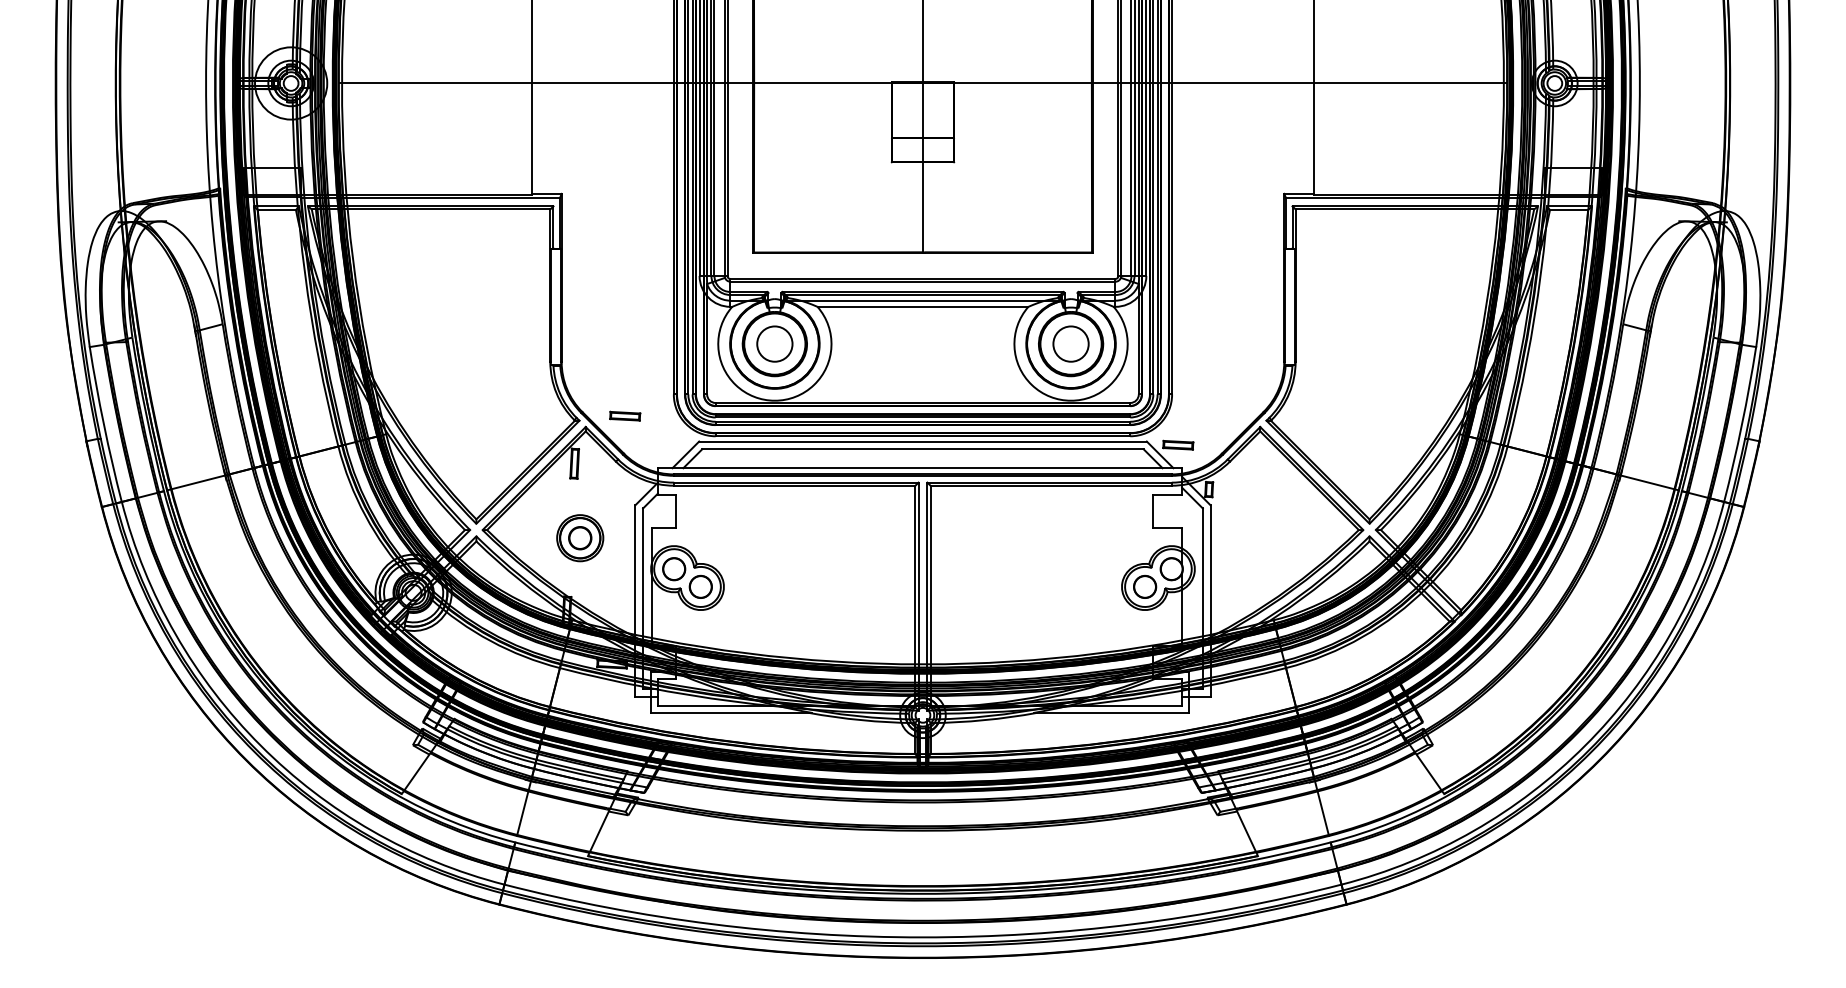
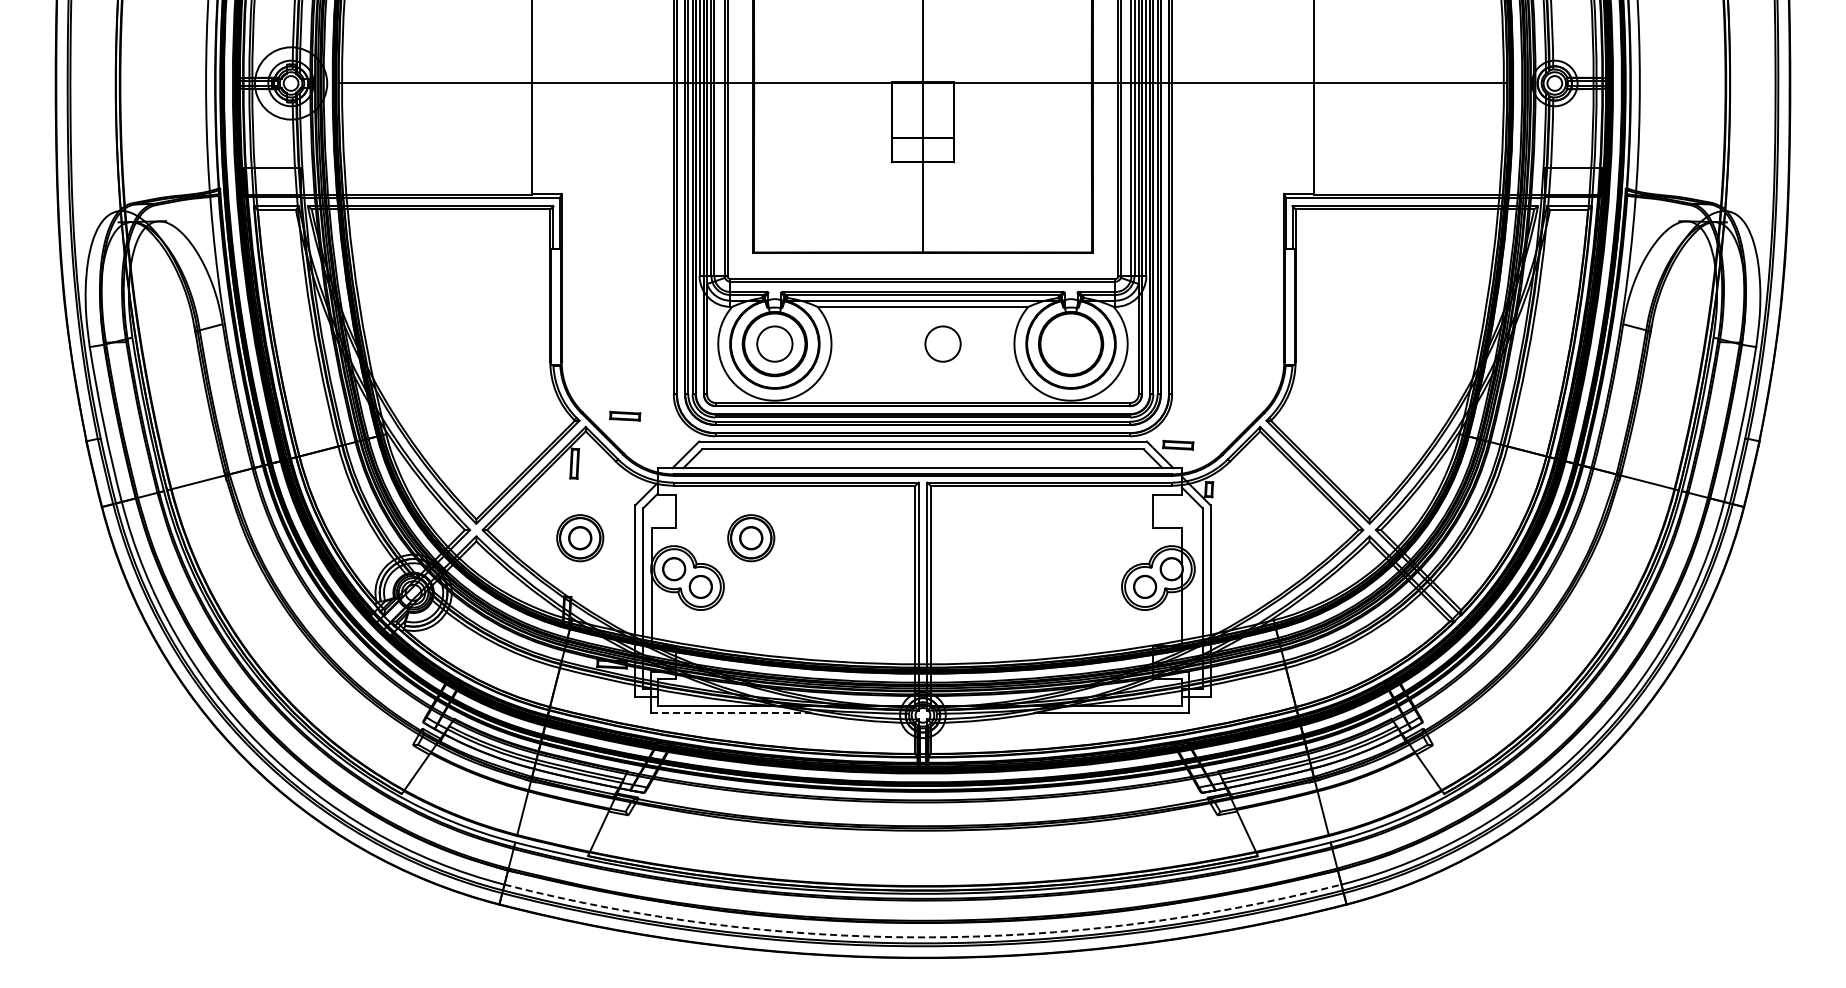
circle at (1070, 343) position: (1070, 343) -> (942, 343)
part at (751, 538): none -> present
line at (731, 712): solid -> dashed
arc at (922, 937): solid -> dashed
